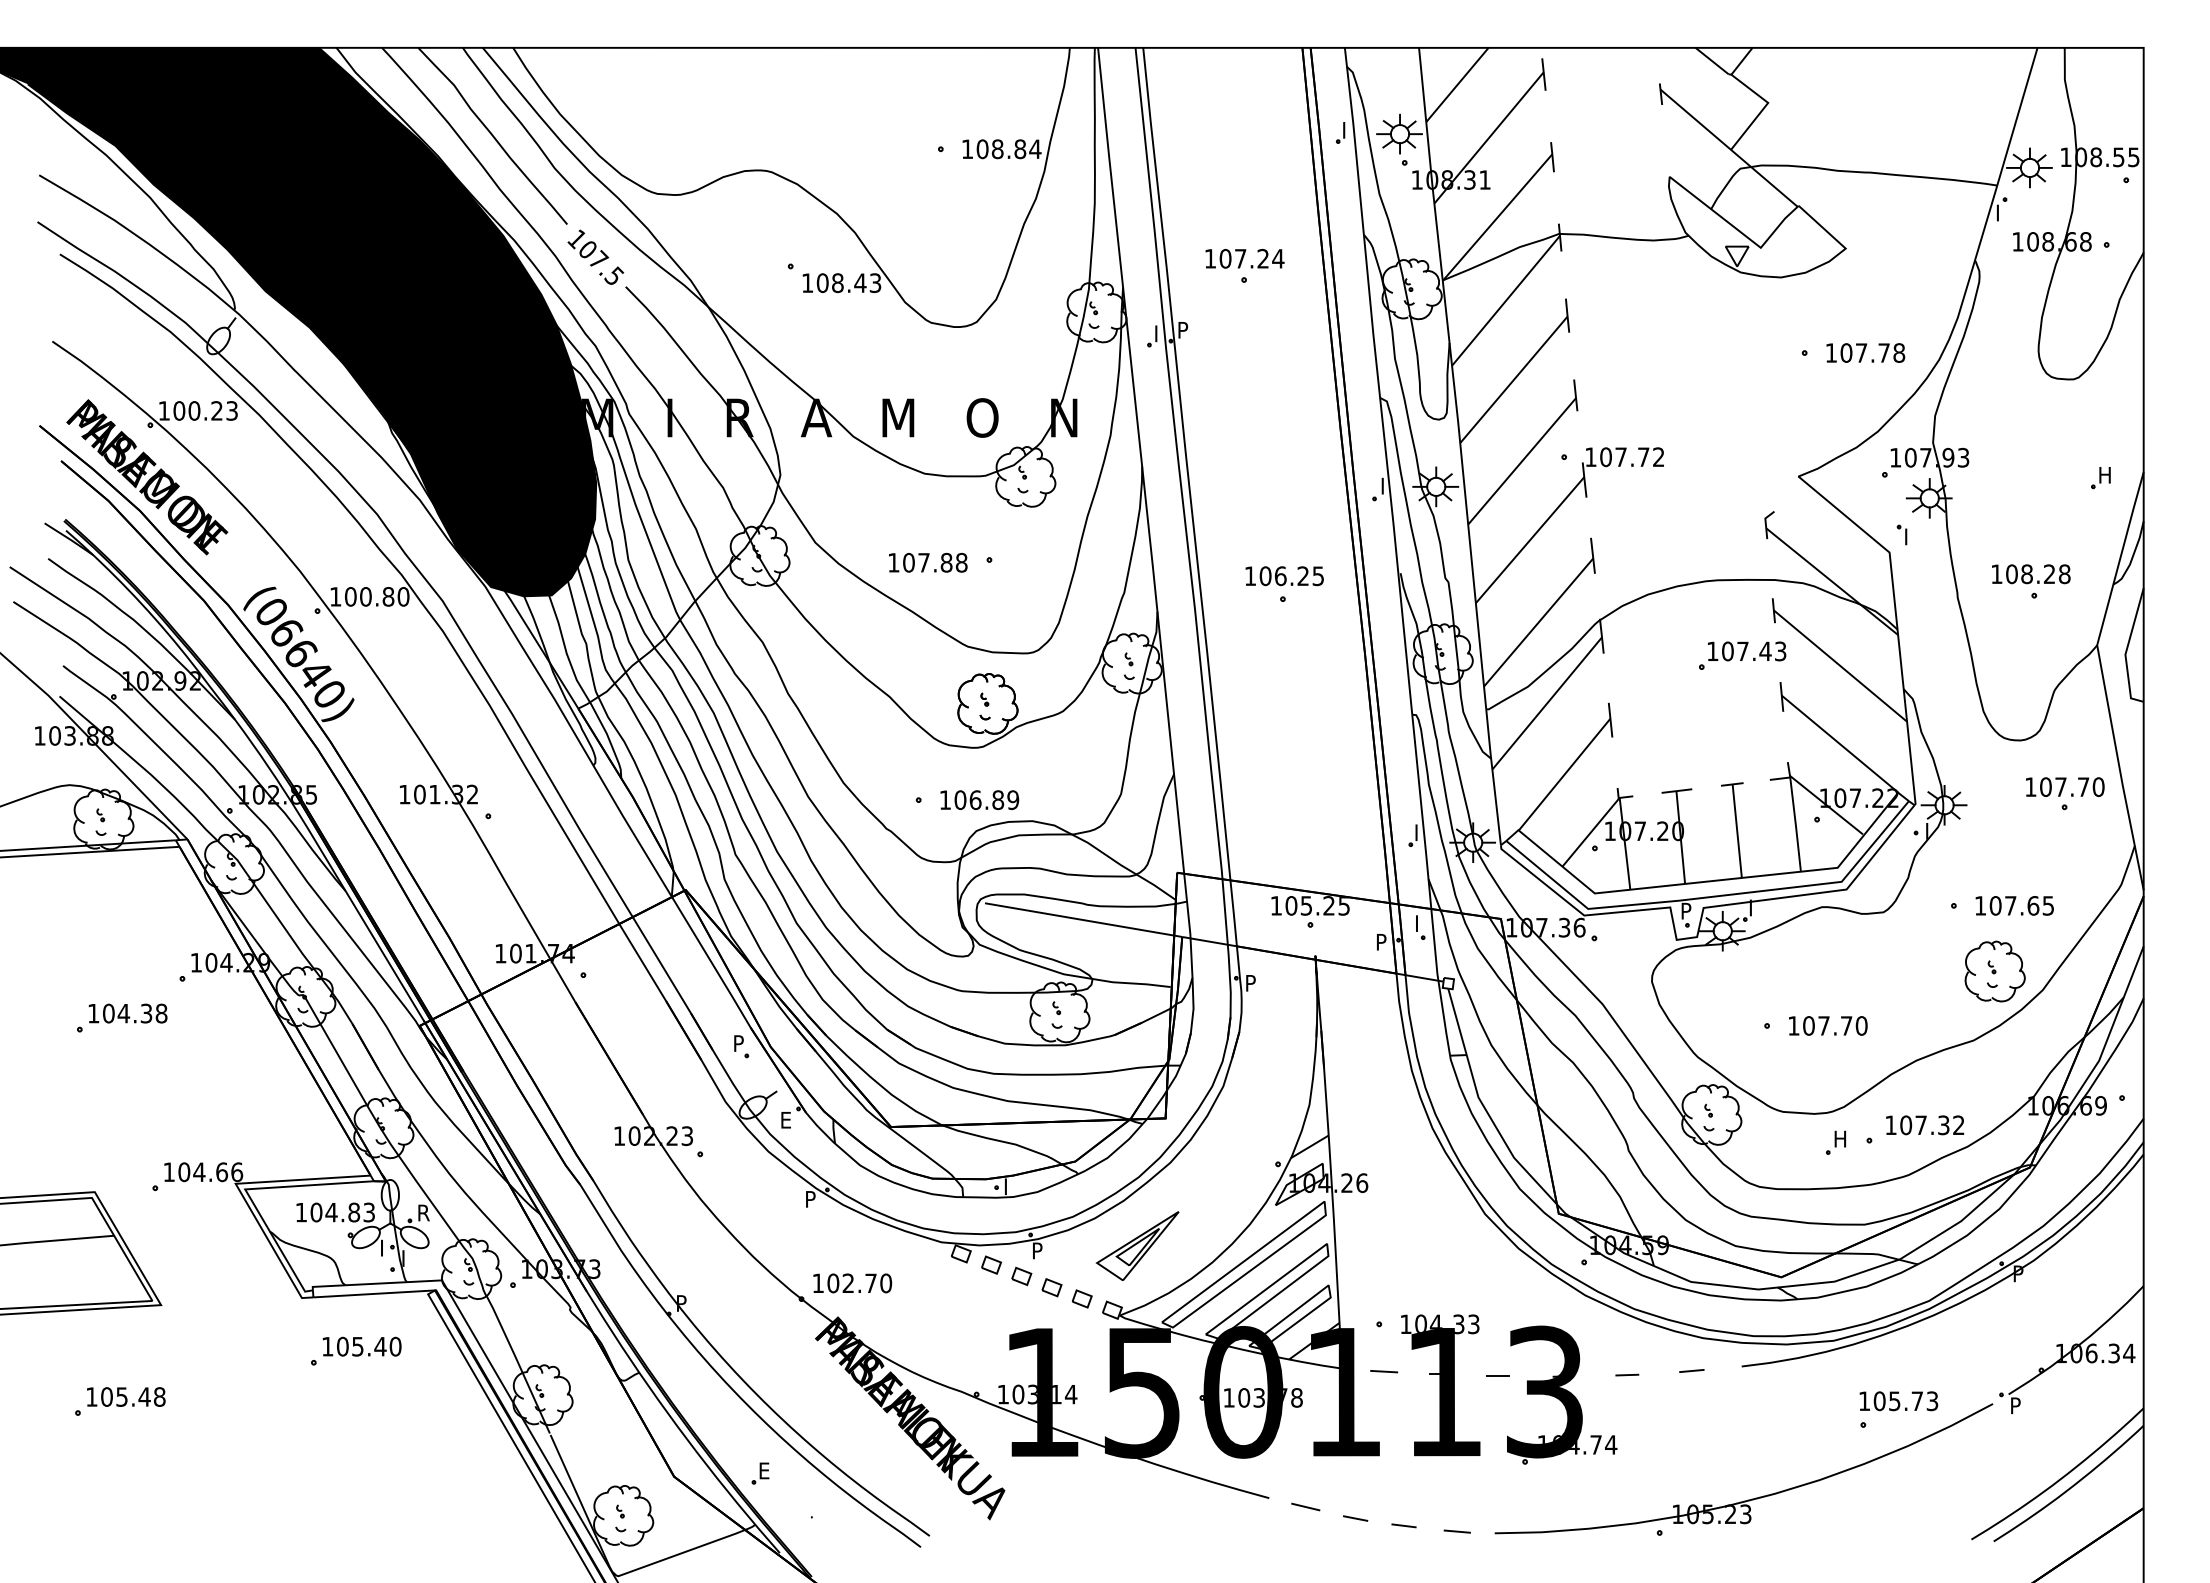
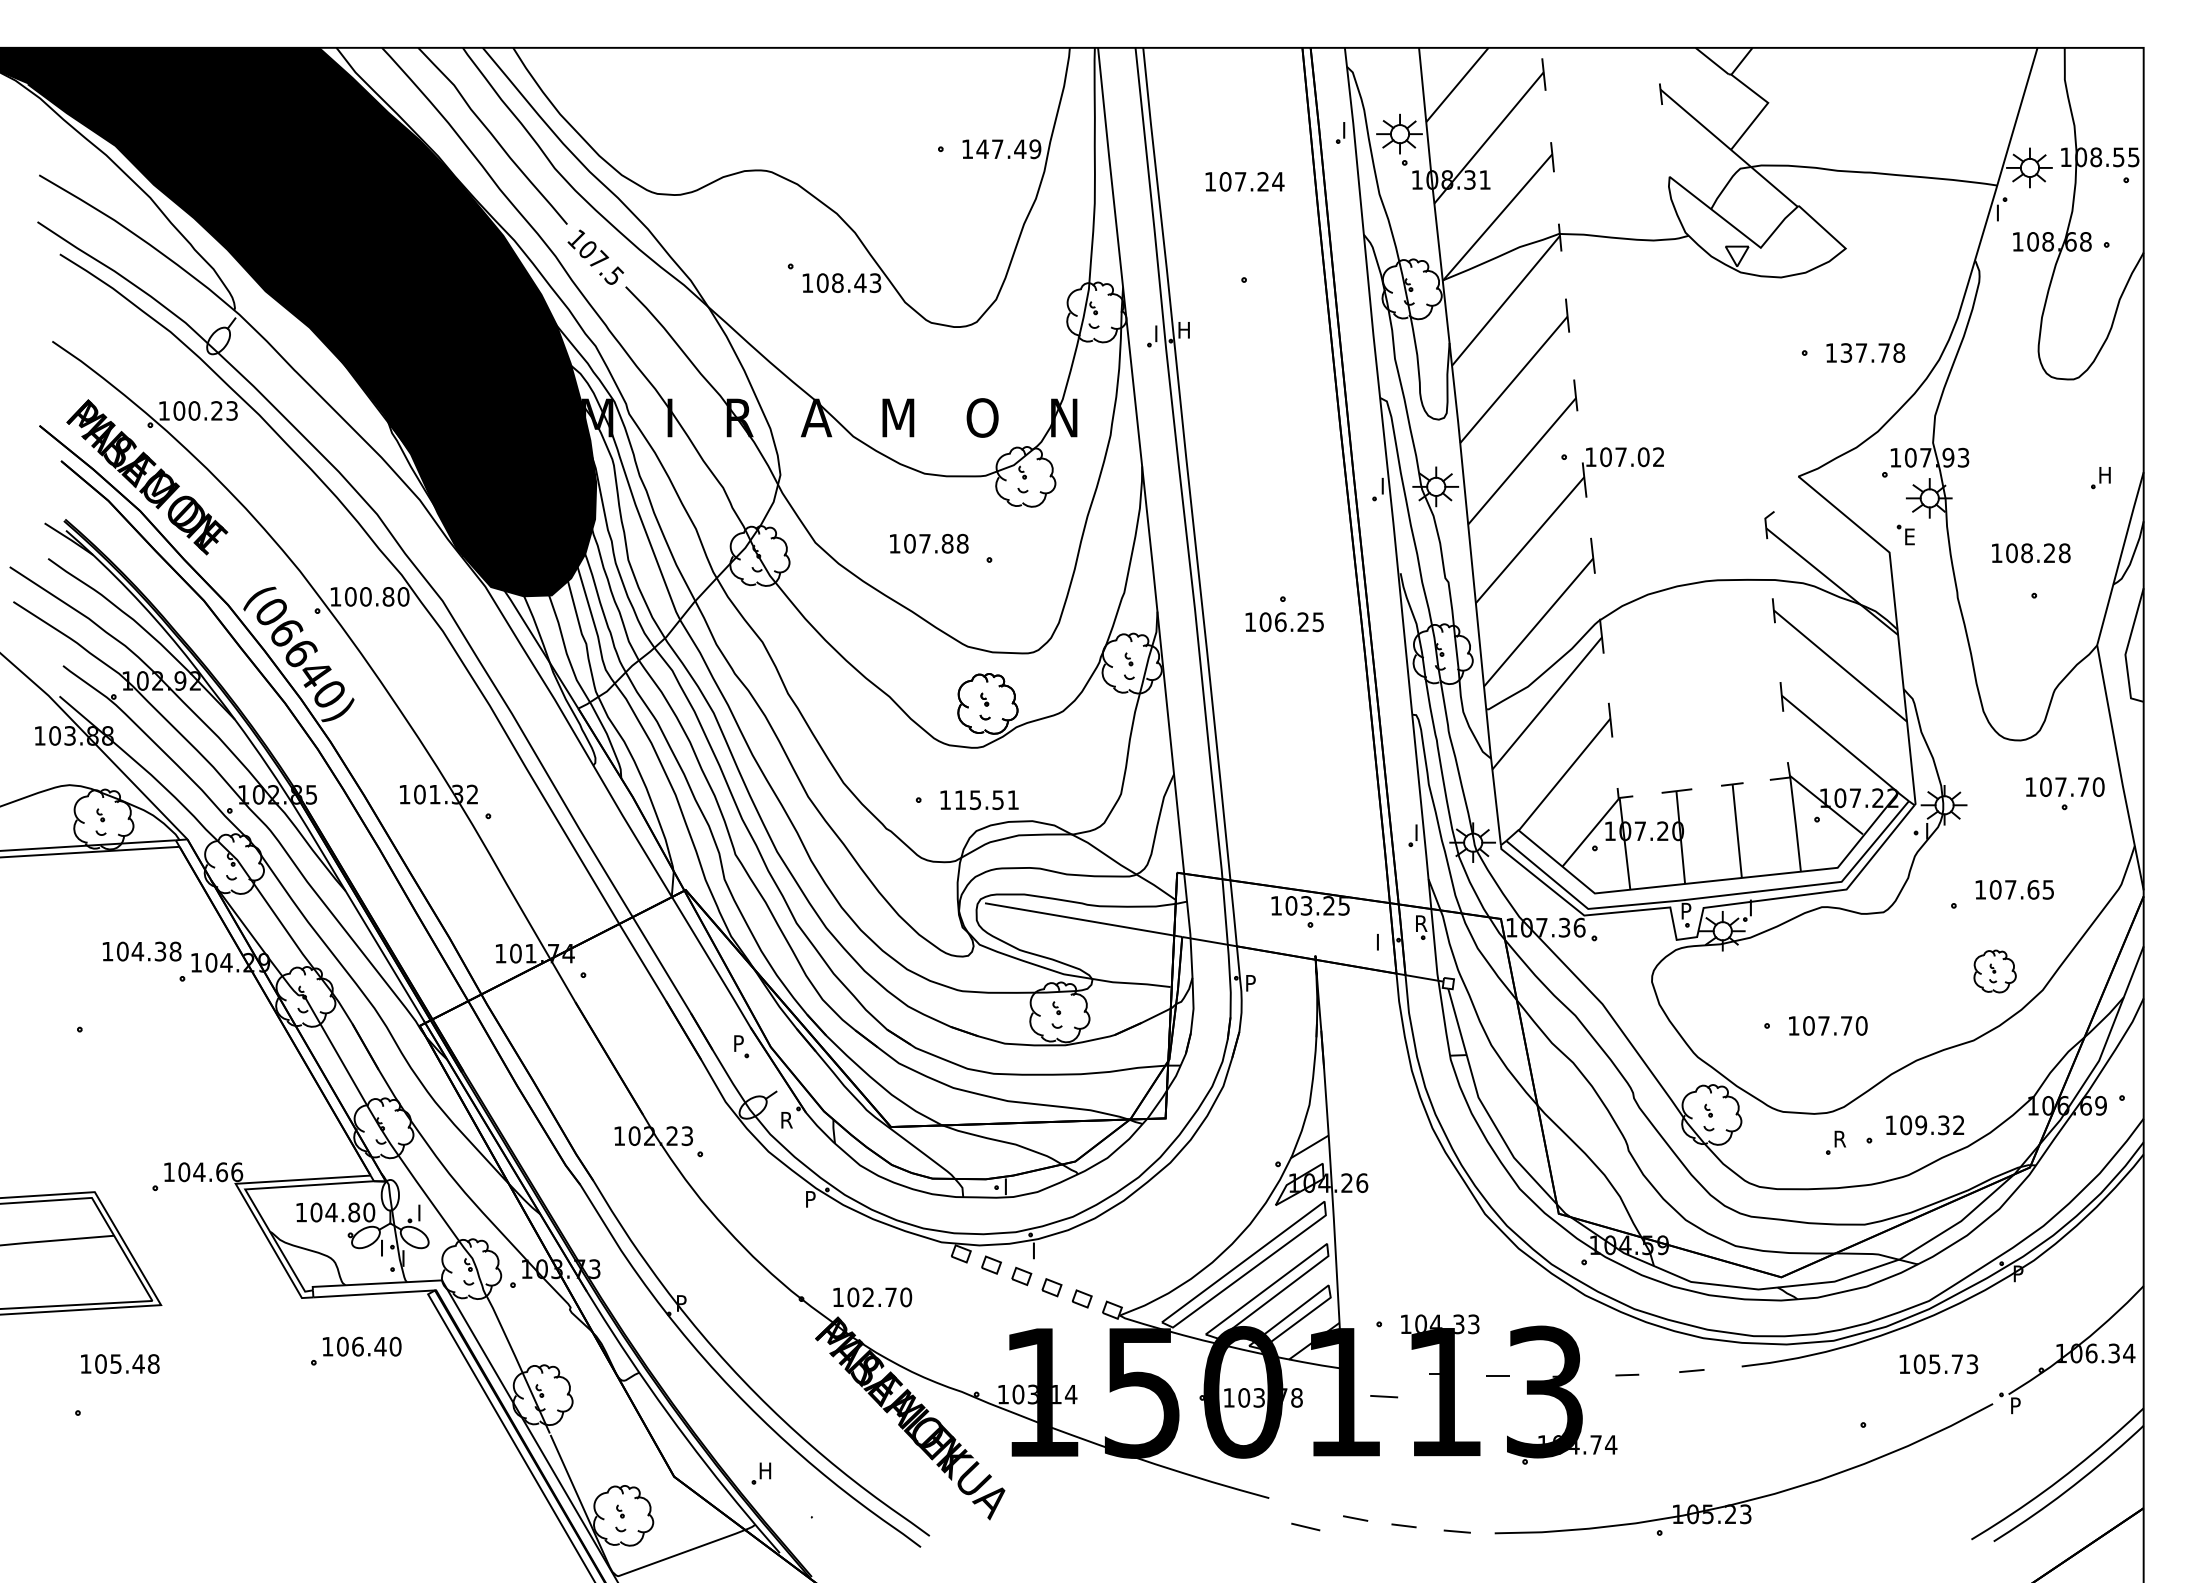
text at (1008, 149): 108.84 -> 147.49
text at (1244, 258) position: (1244, 258) -> (1244, 181)
text at (1184, 330): P -> H
text at (1846, 352): 107.78 -> 137.78
text at (1643, 457): 107.72 -> 107.02
text at (1910, 536): I -> E
text at (928, 562) position: (928, 562) -> (929, 543)
text at (2031, 574) position: (2031, 574) -> (2031, 553)
text at (1284, 576) position: (1284, 576) -> (1284, 622)
part at (1742, 655): present -> none
text at (986, 800): 106.89 -> 115.51
text at (1306, 905): 105.25 -> 103.25
text at (2014, 905) position: (2014, 905) -> (2014, 889)
text at (1422, 923): I -> R
text at (1382, 938): P -> I
part at (1994, 971) size: 62x63 px -> 44x45 px
text at (127, 1013) position: (127, 1013) -> (141, 951)
text at (787, 1120): E -> R
text at (1921, 1125): 107.32 -> 109.32
text at (1841, 1138): H -> R
text at (369, 1212): 104.83 -> 104.80
text at (424, 1212): R -> I
part at (1137, 1245): present -> none
text at (1038, 1247): P -> I
text at (852, 1283) position: (852, 1283) -> (872, 1297)
text at (357, 1346): 105.40 -> 106.40
line at (1384, 1371) position: (1384, 1371) -> (1384, 1396)
text at (126, 1396) position: (126, 1396) -> (120, 1363)
text at (1898, 1401) position: (1898, 1401) -> (1938, 1364)
text at (766, 1470): E -> H
line at (1305, 1506) position: (1305, 1506) -> (1305, 1526)
